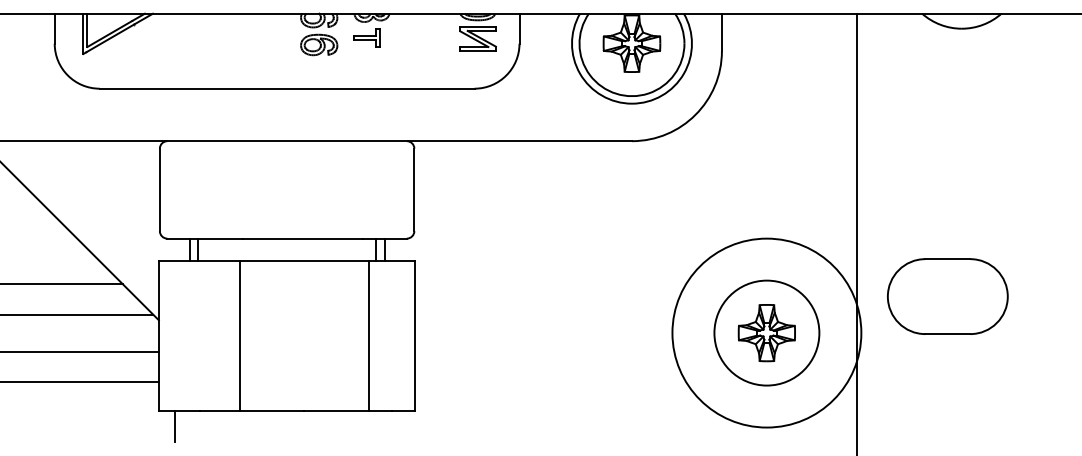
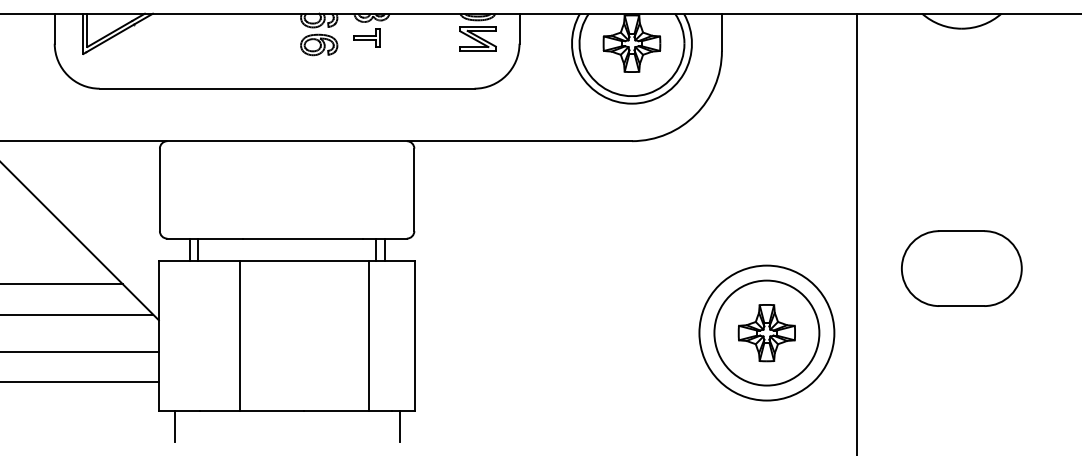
part at (947, 296) position: (947, 296) -> (961, 268)
circle at (766, 332) diameter: 189 px -> 135 px
line at (399, 426): none -> present
